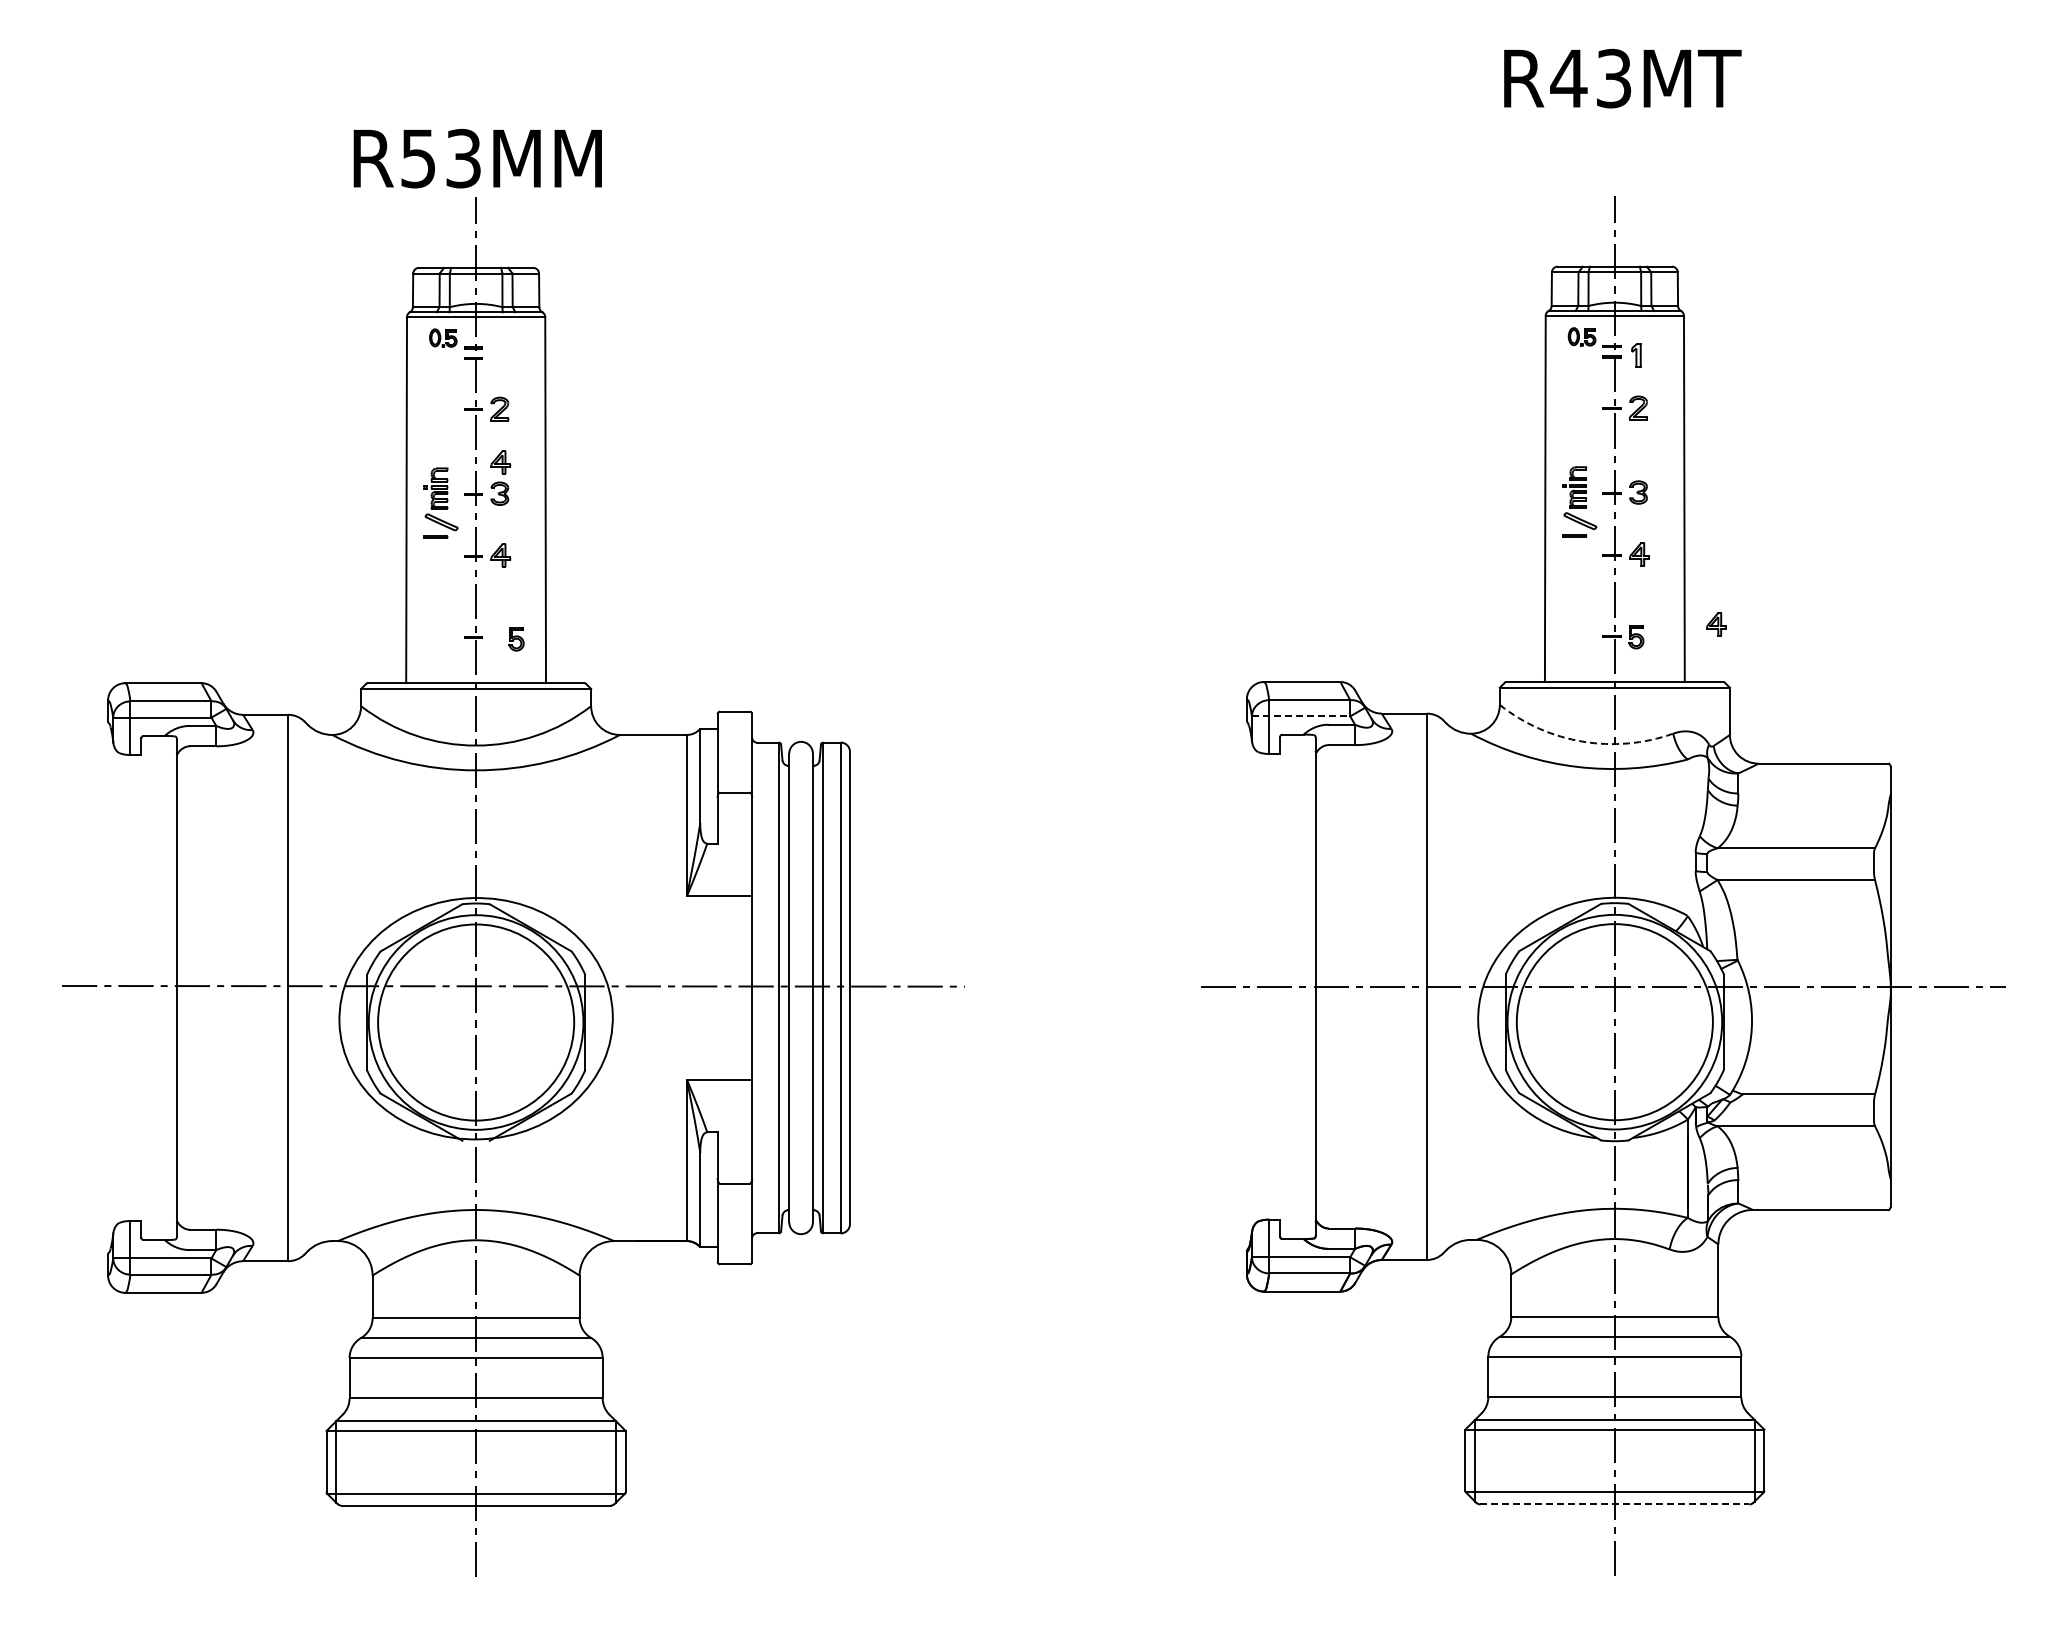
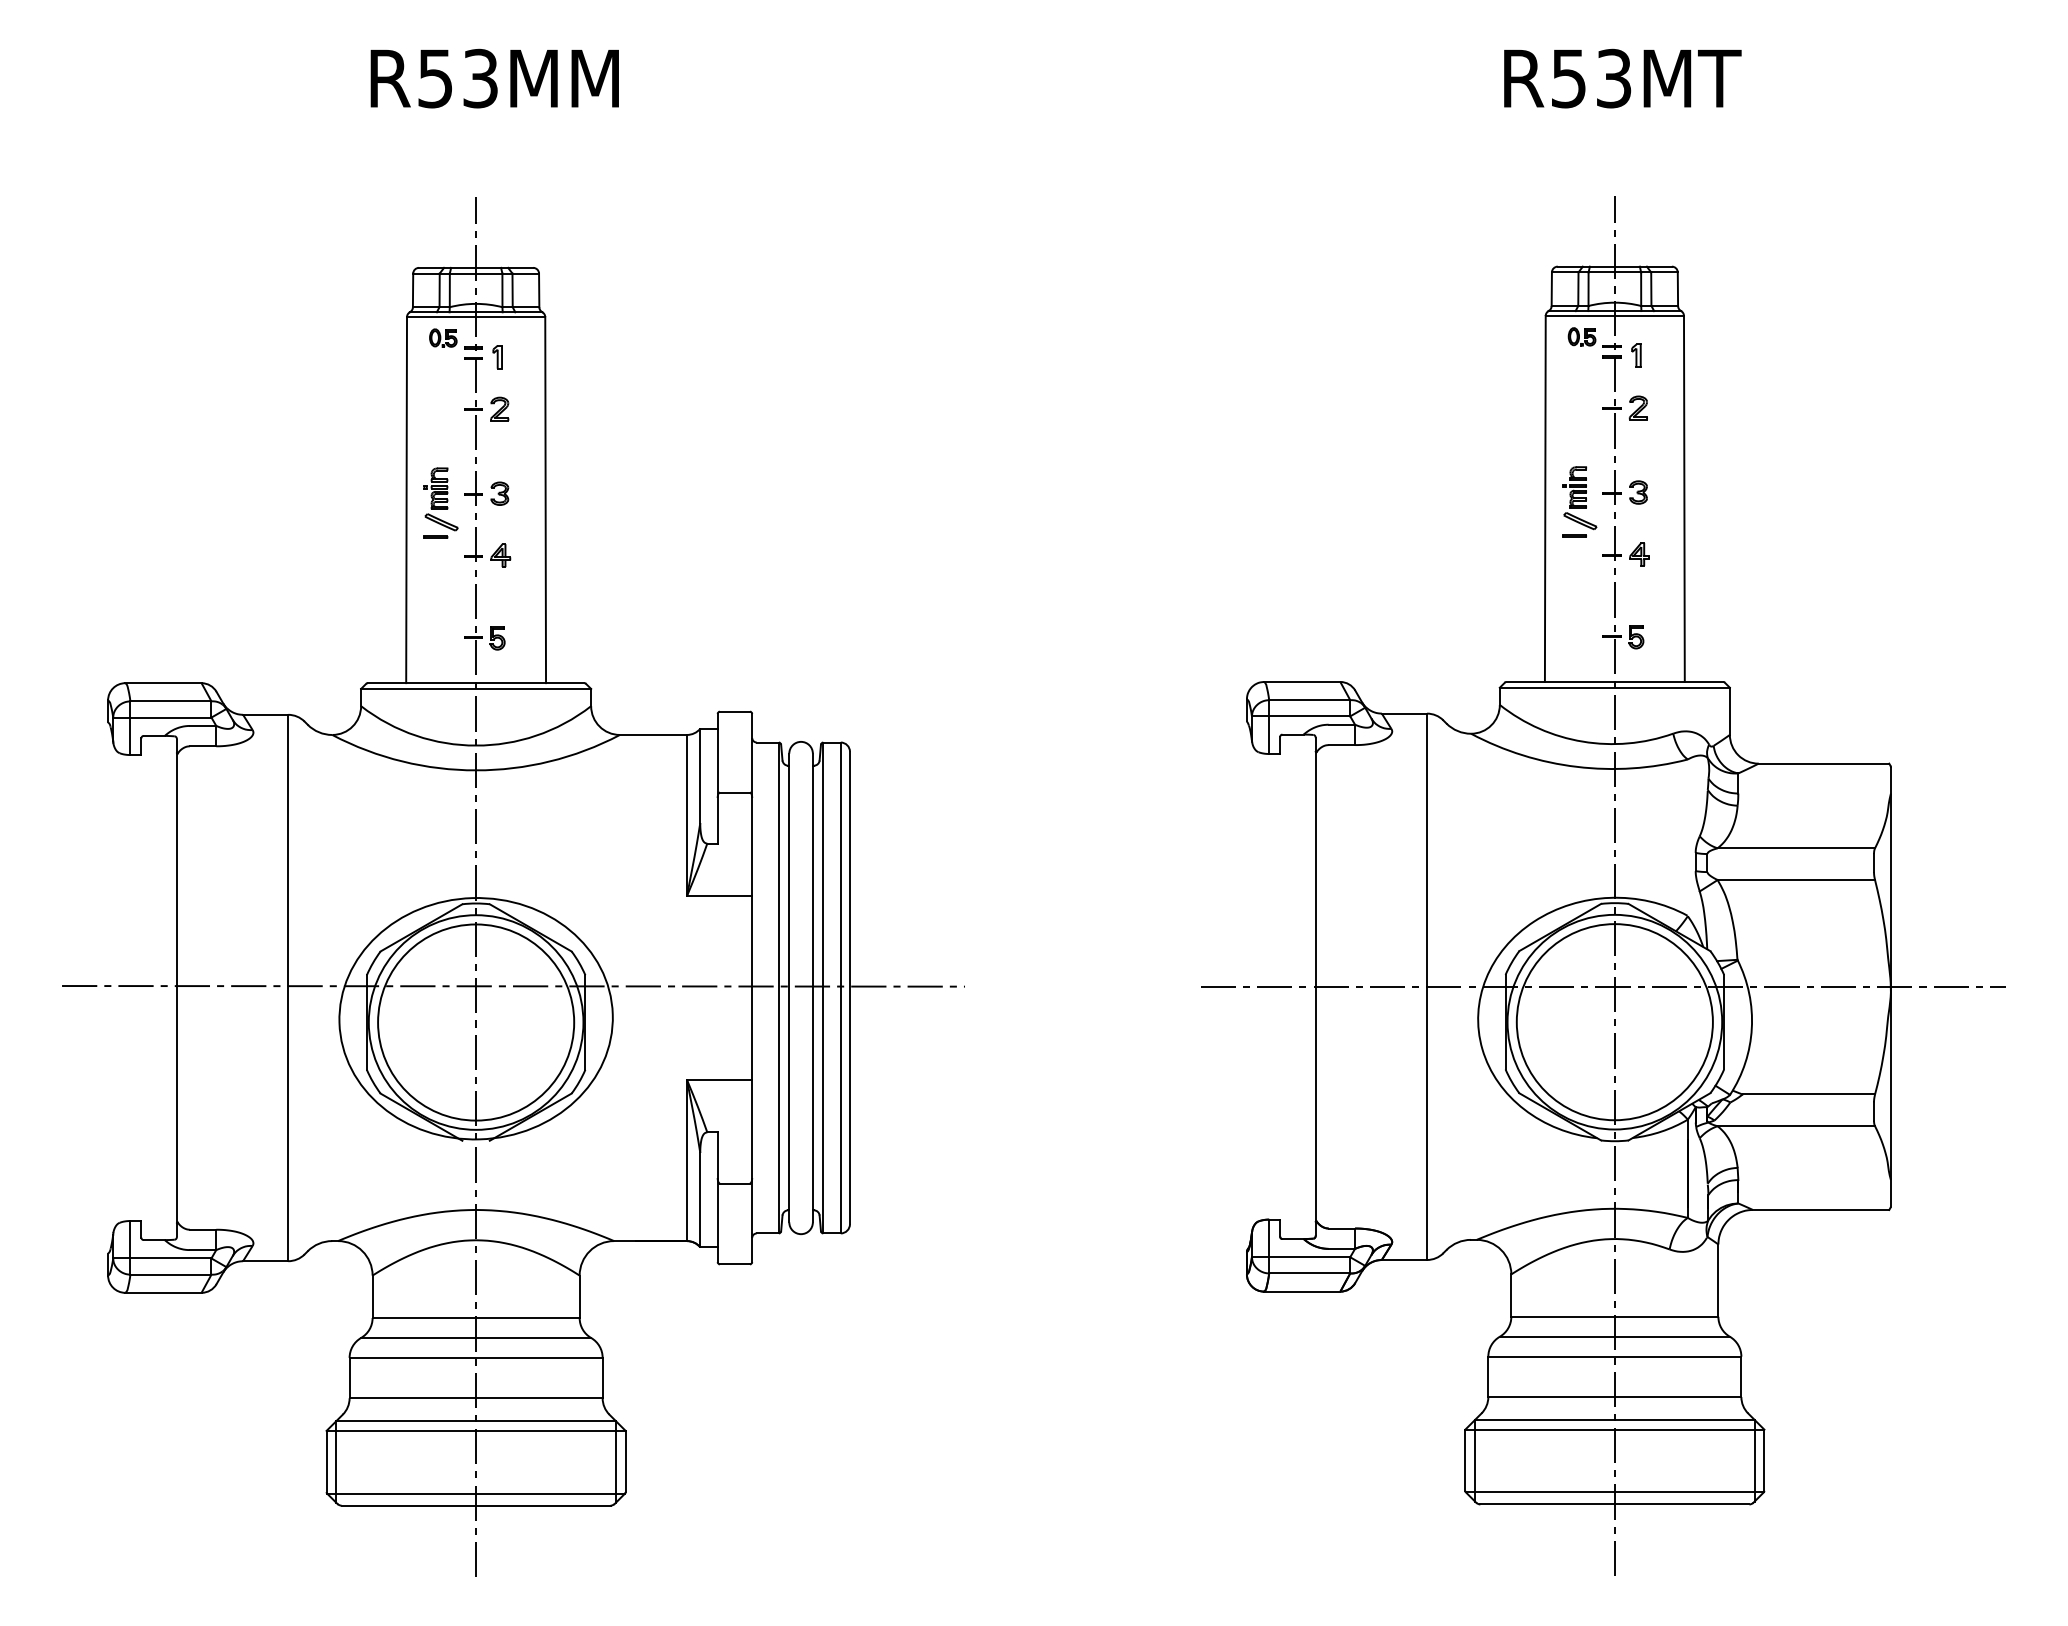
text at (1568, 78): R43MT -> R53MT
text at (477, 158) position: (477, 158) -> (494, 78)
part at (497, 357): none -> present
part at (500, 462): present -> none
part at (1716, 624): present -> none
part at (516, 639) position: (516, 639) -> (497, 638)
line at (1301, 716): dashed -> solid
arc at (1582, 741): dashed -> solid
line at (1615, 1504): dashed -> solid
